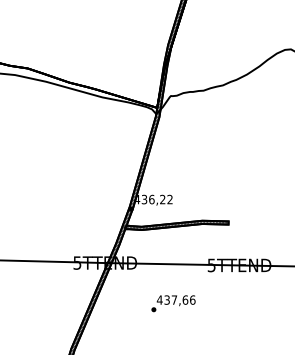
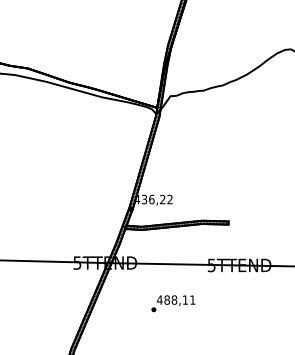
text at (179, 299): 437,66 -> 488,11
